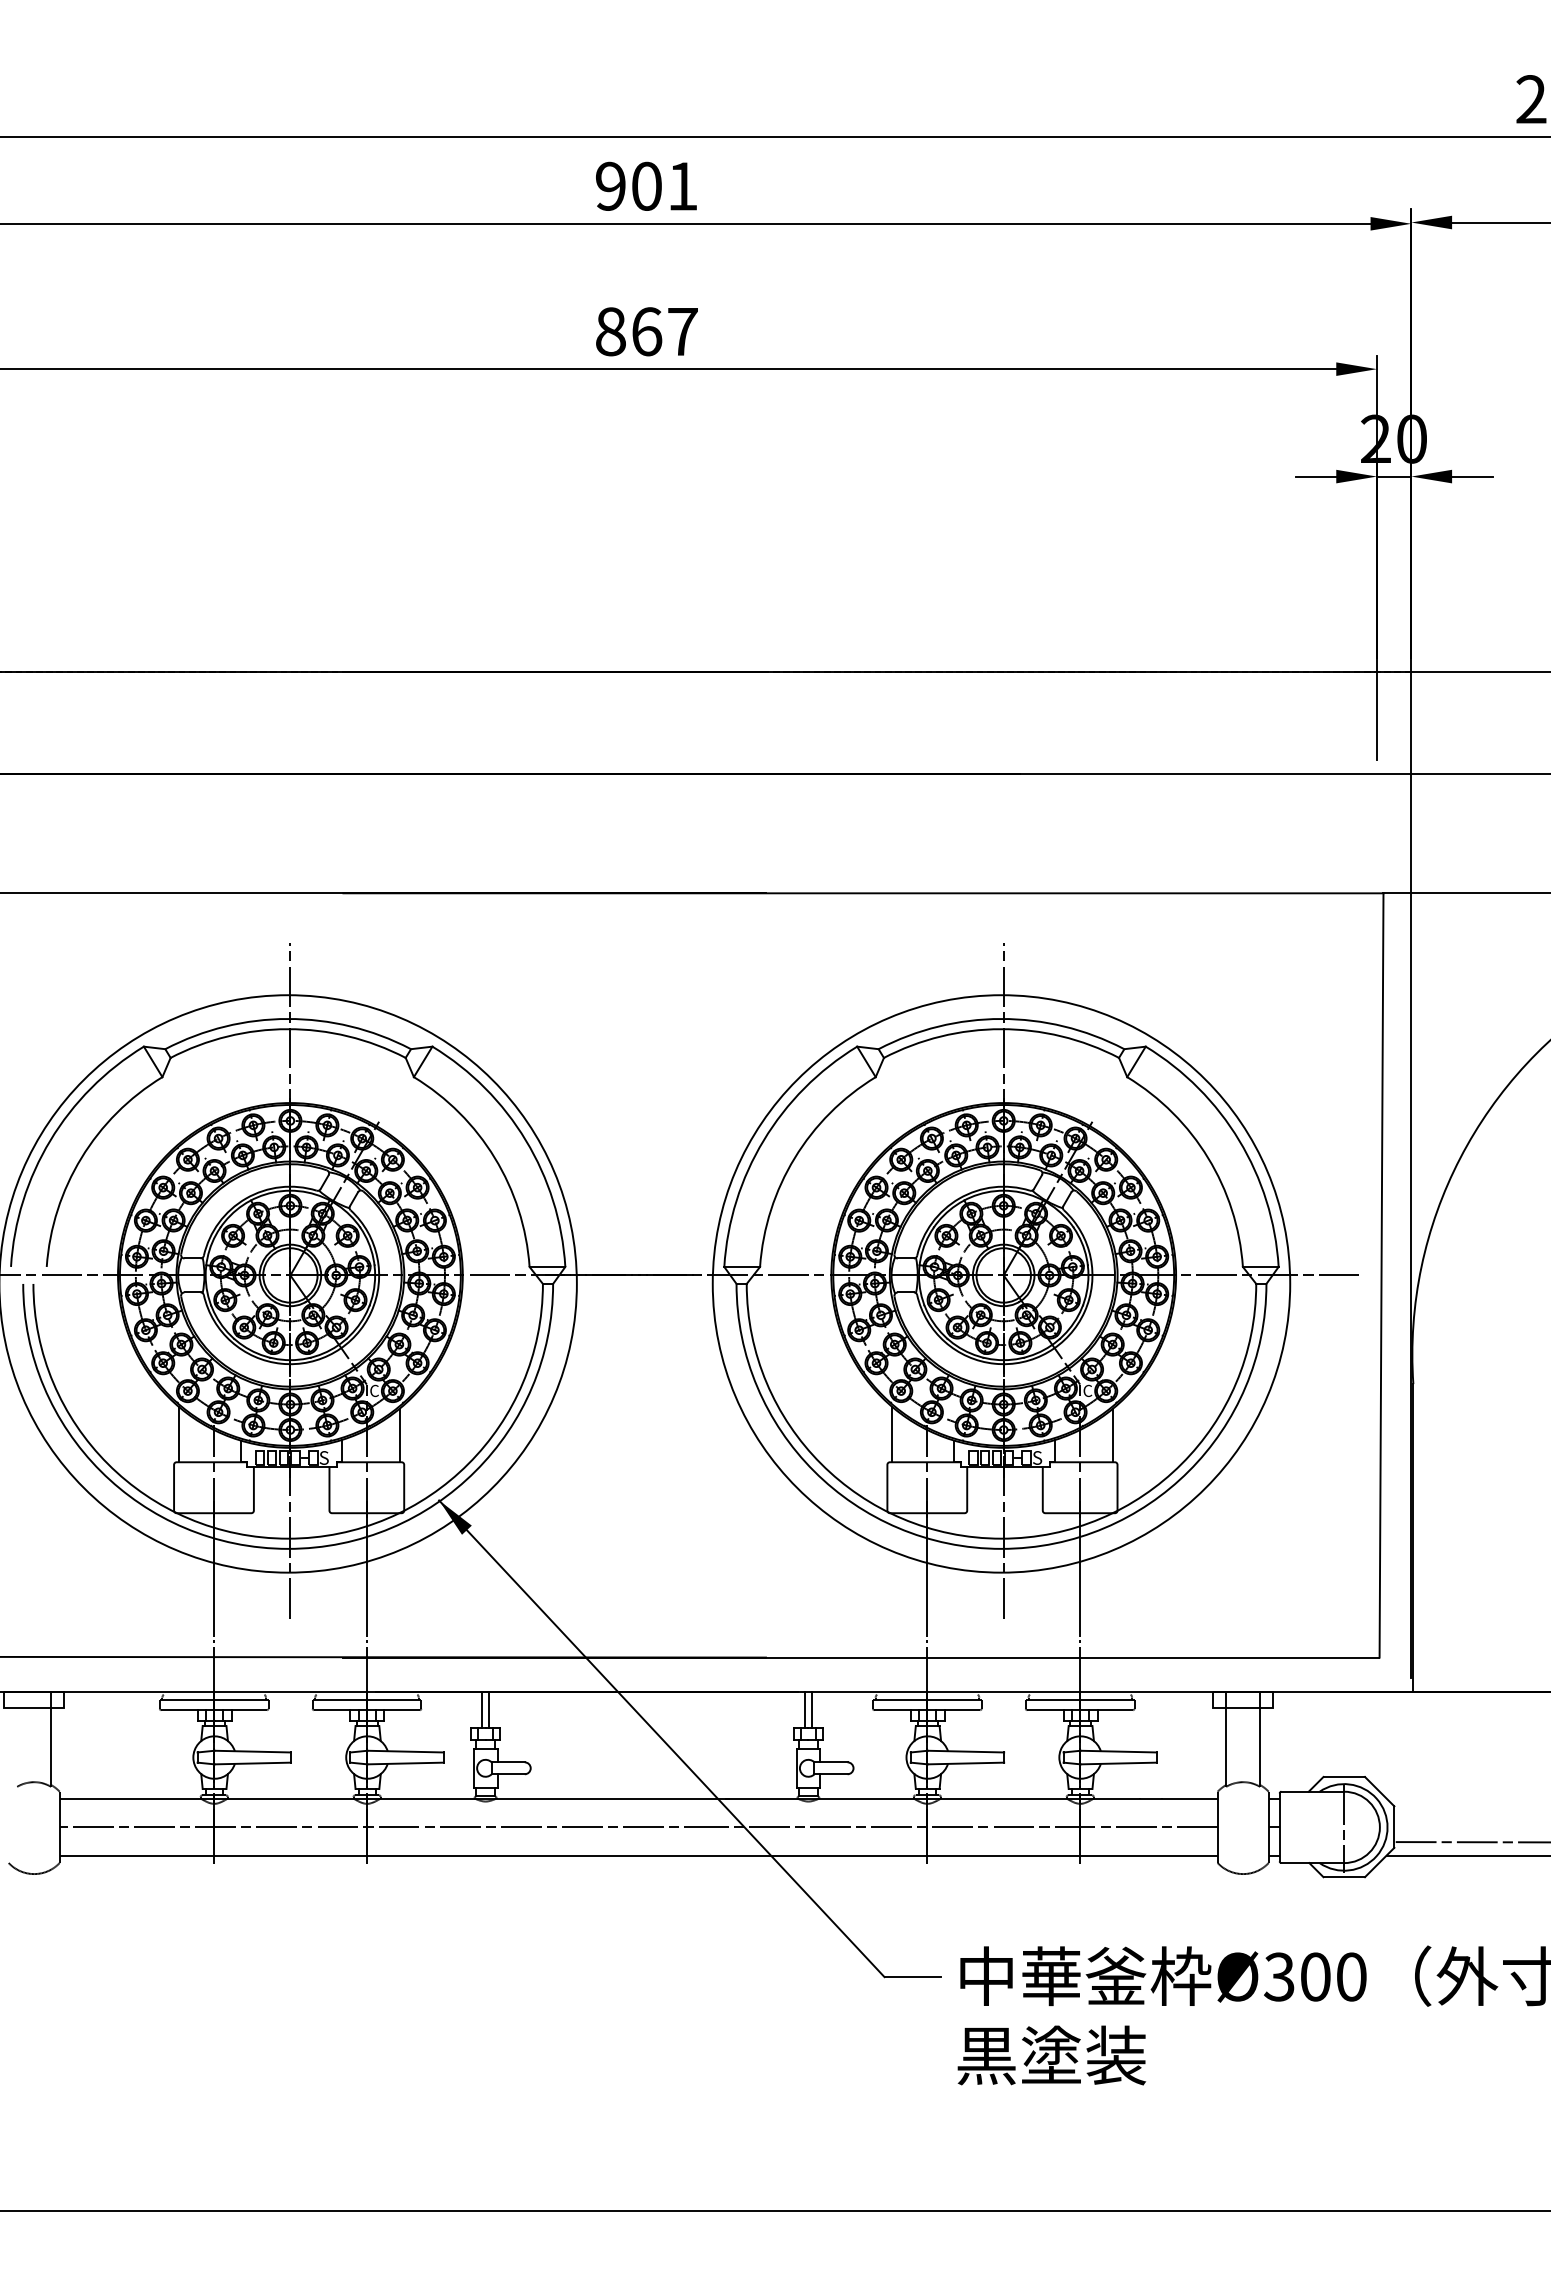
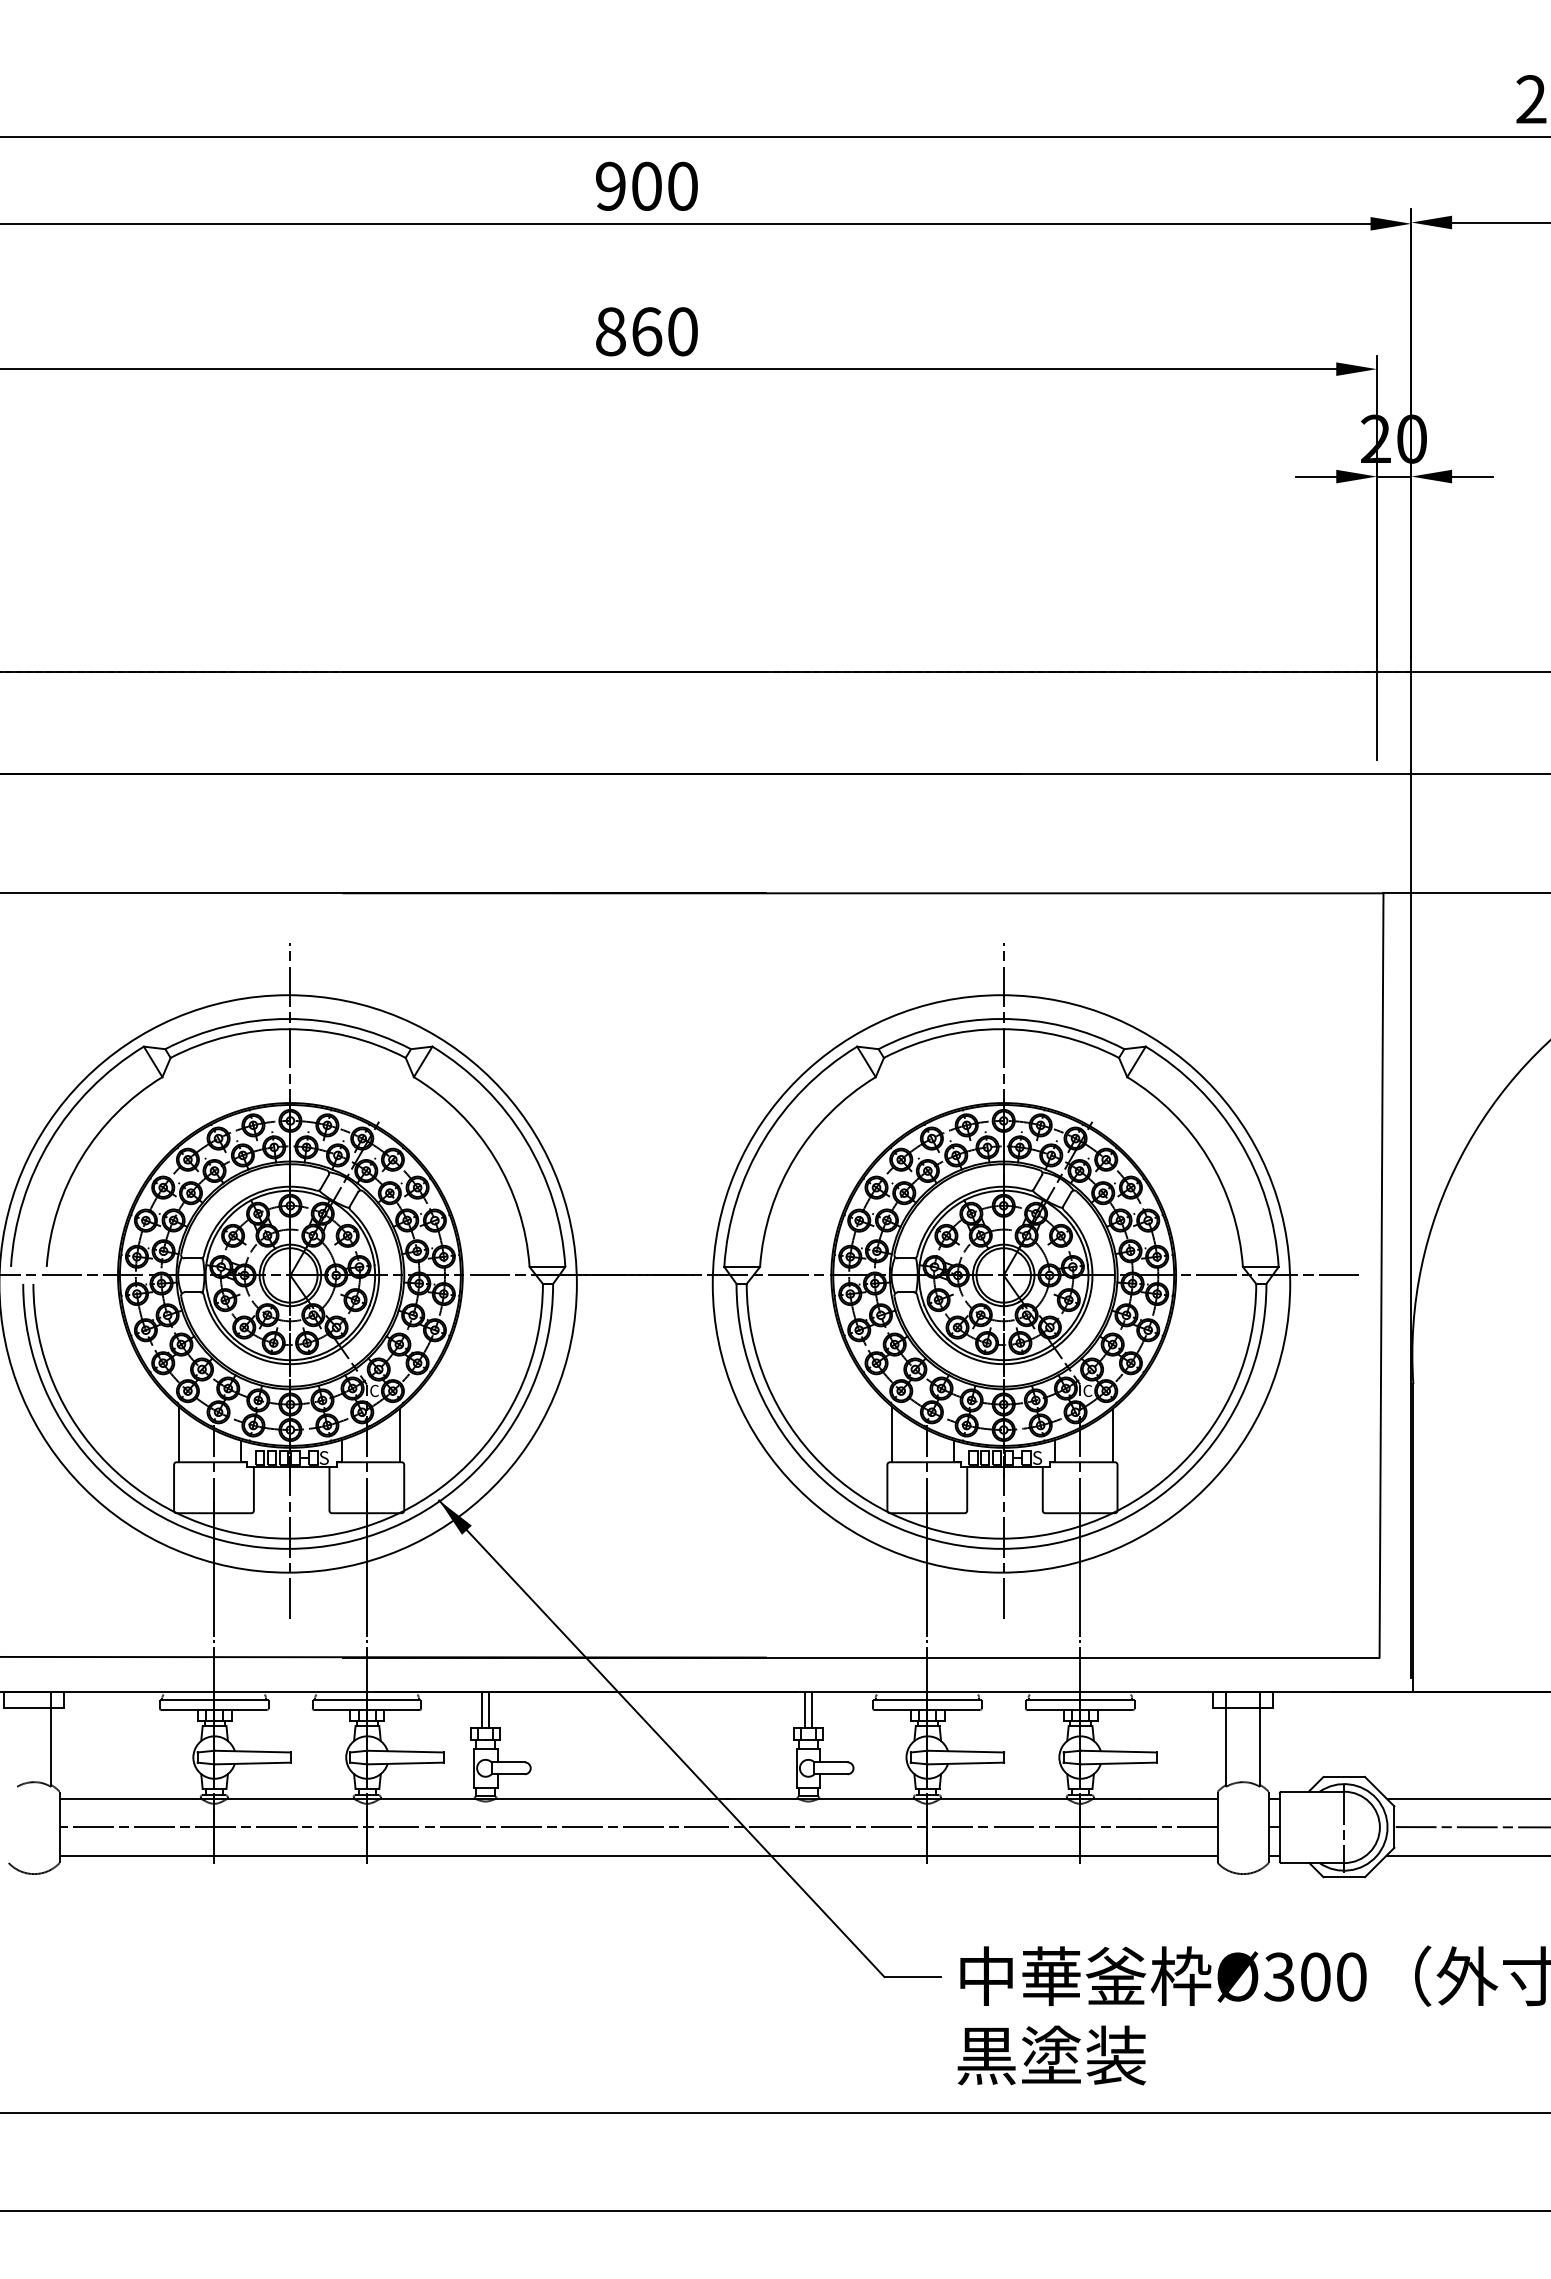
text at (682, 185): 901 -> 900
text at (682, 331): 867 -> 860
line at (1466, 1798): none -> present
line at (1470, 1842) position: (1470, 1842) -> (1470, 1827)
line at (774, 2113): none -> present
